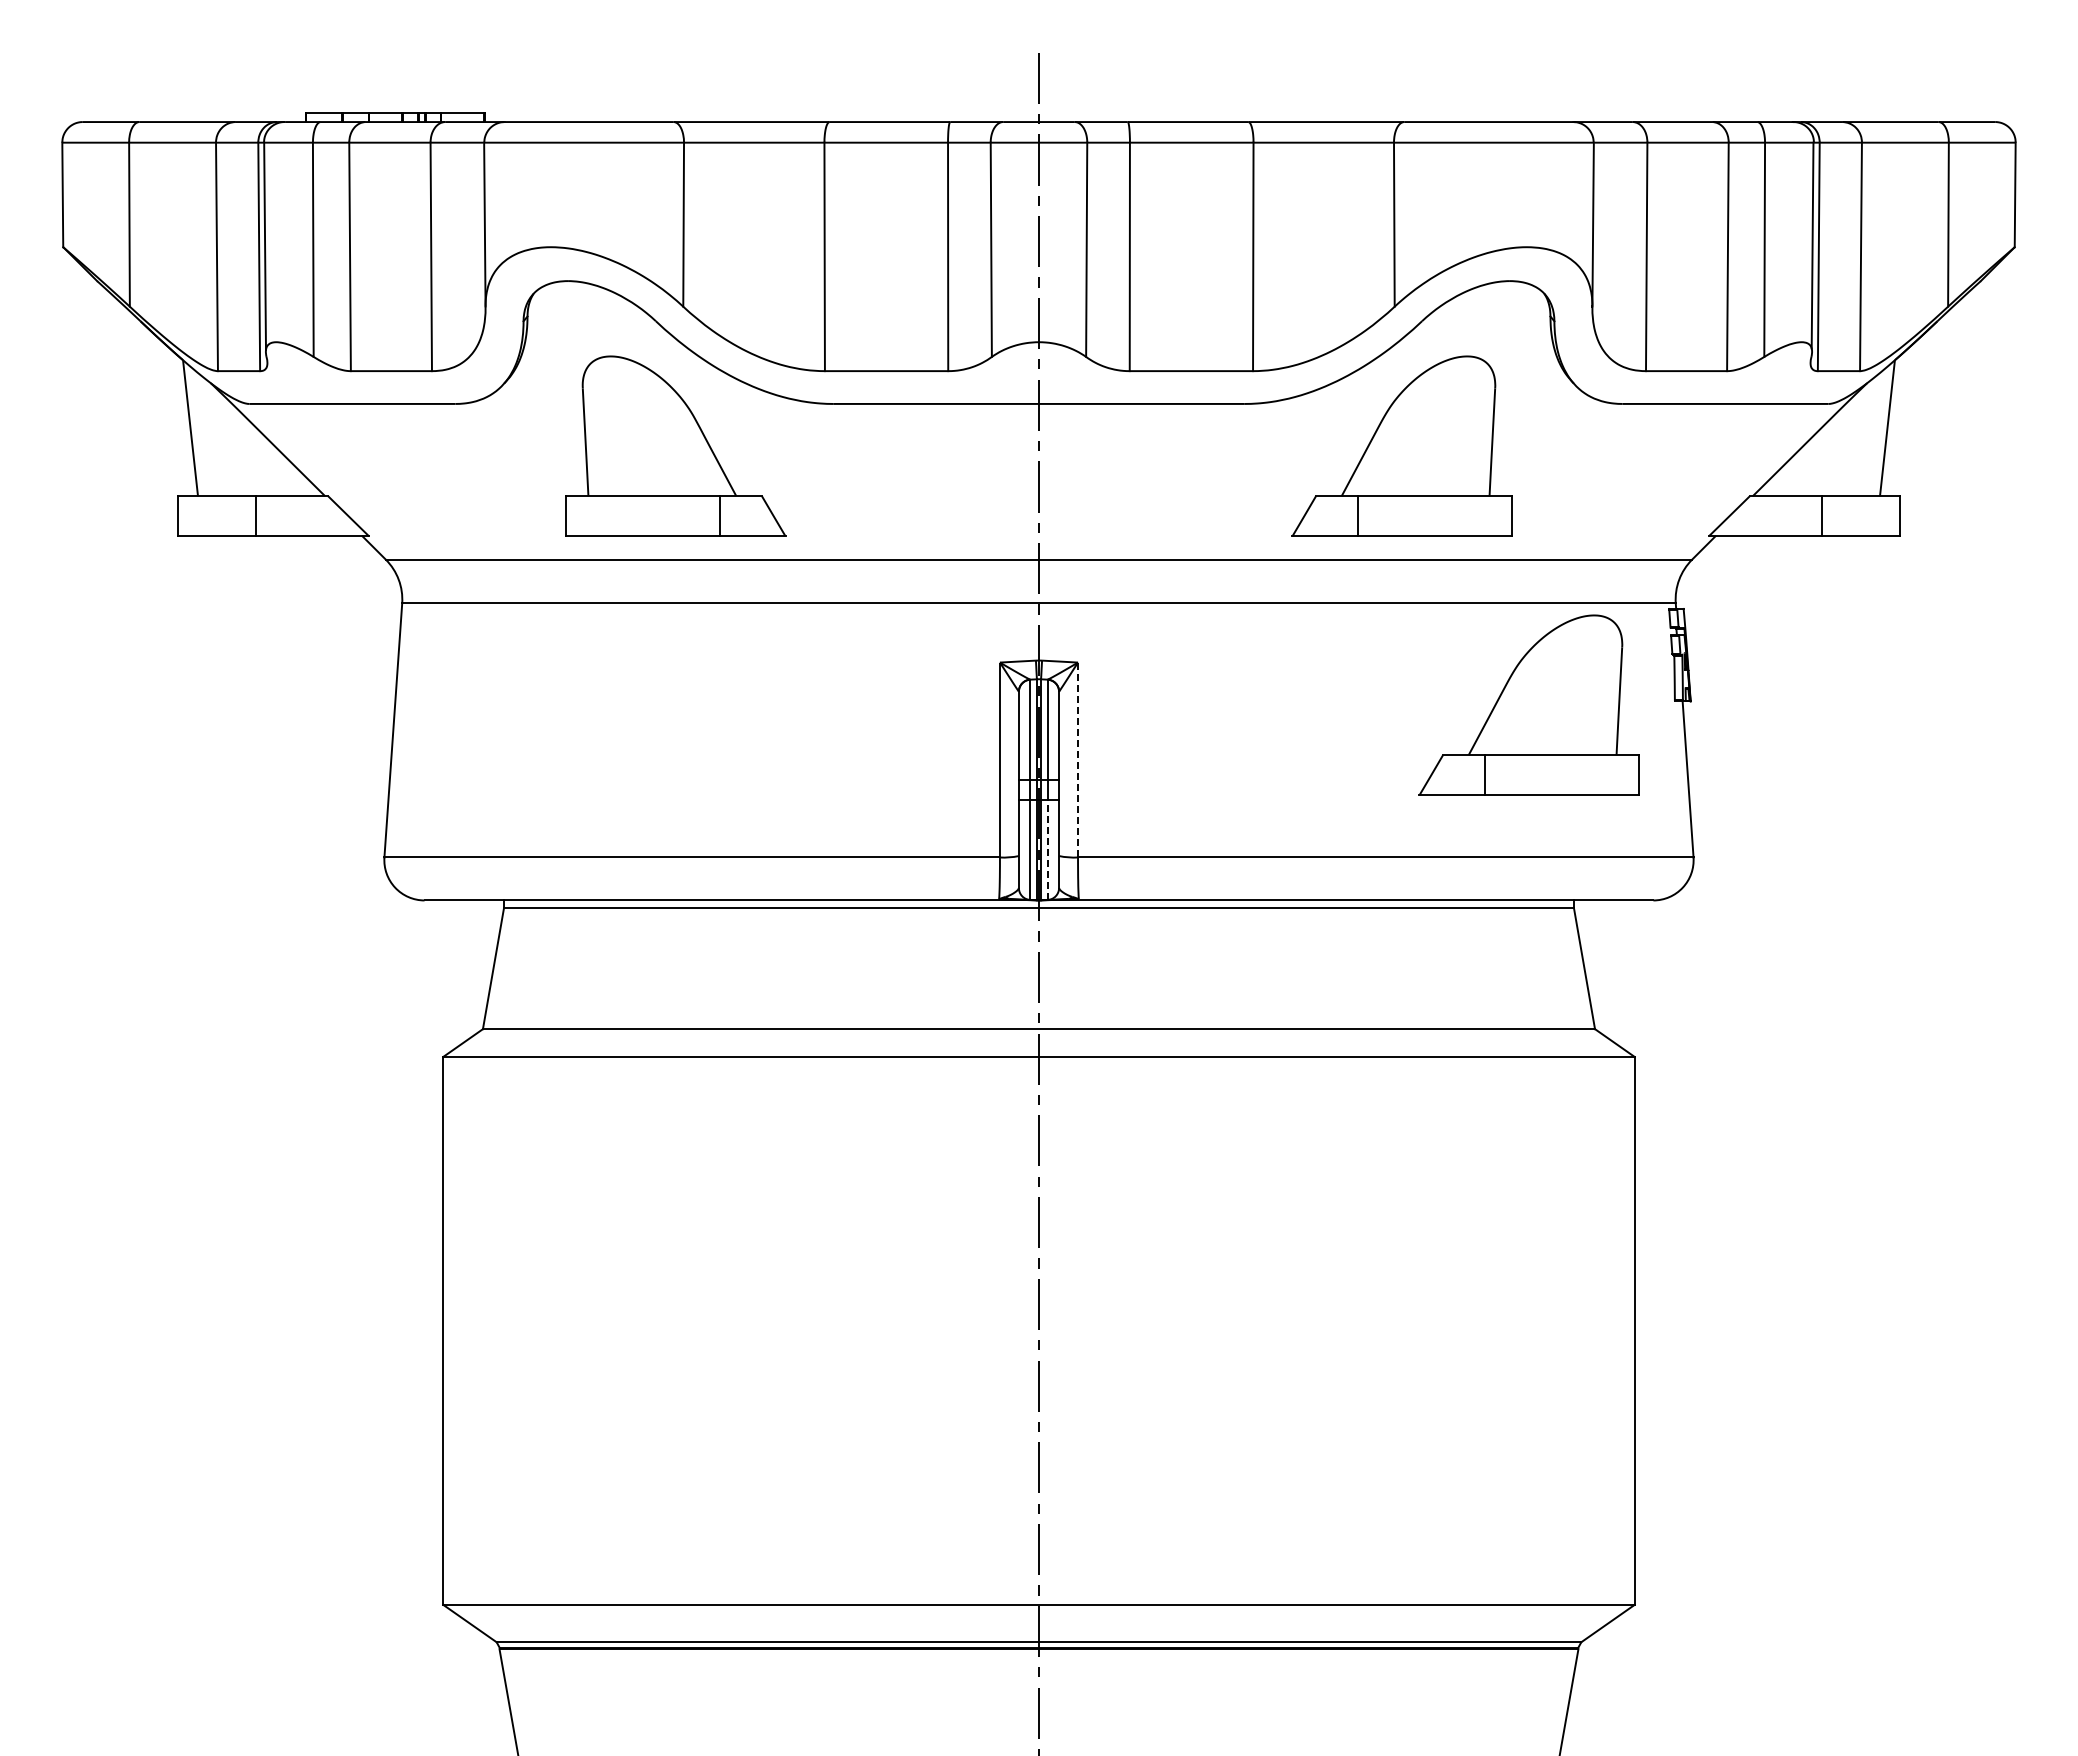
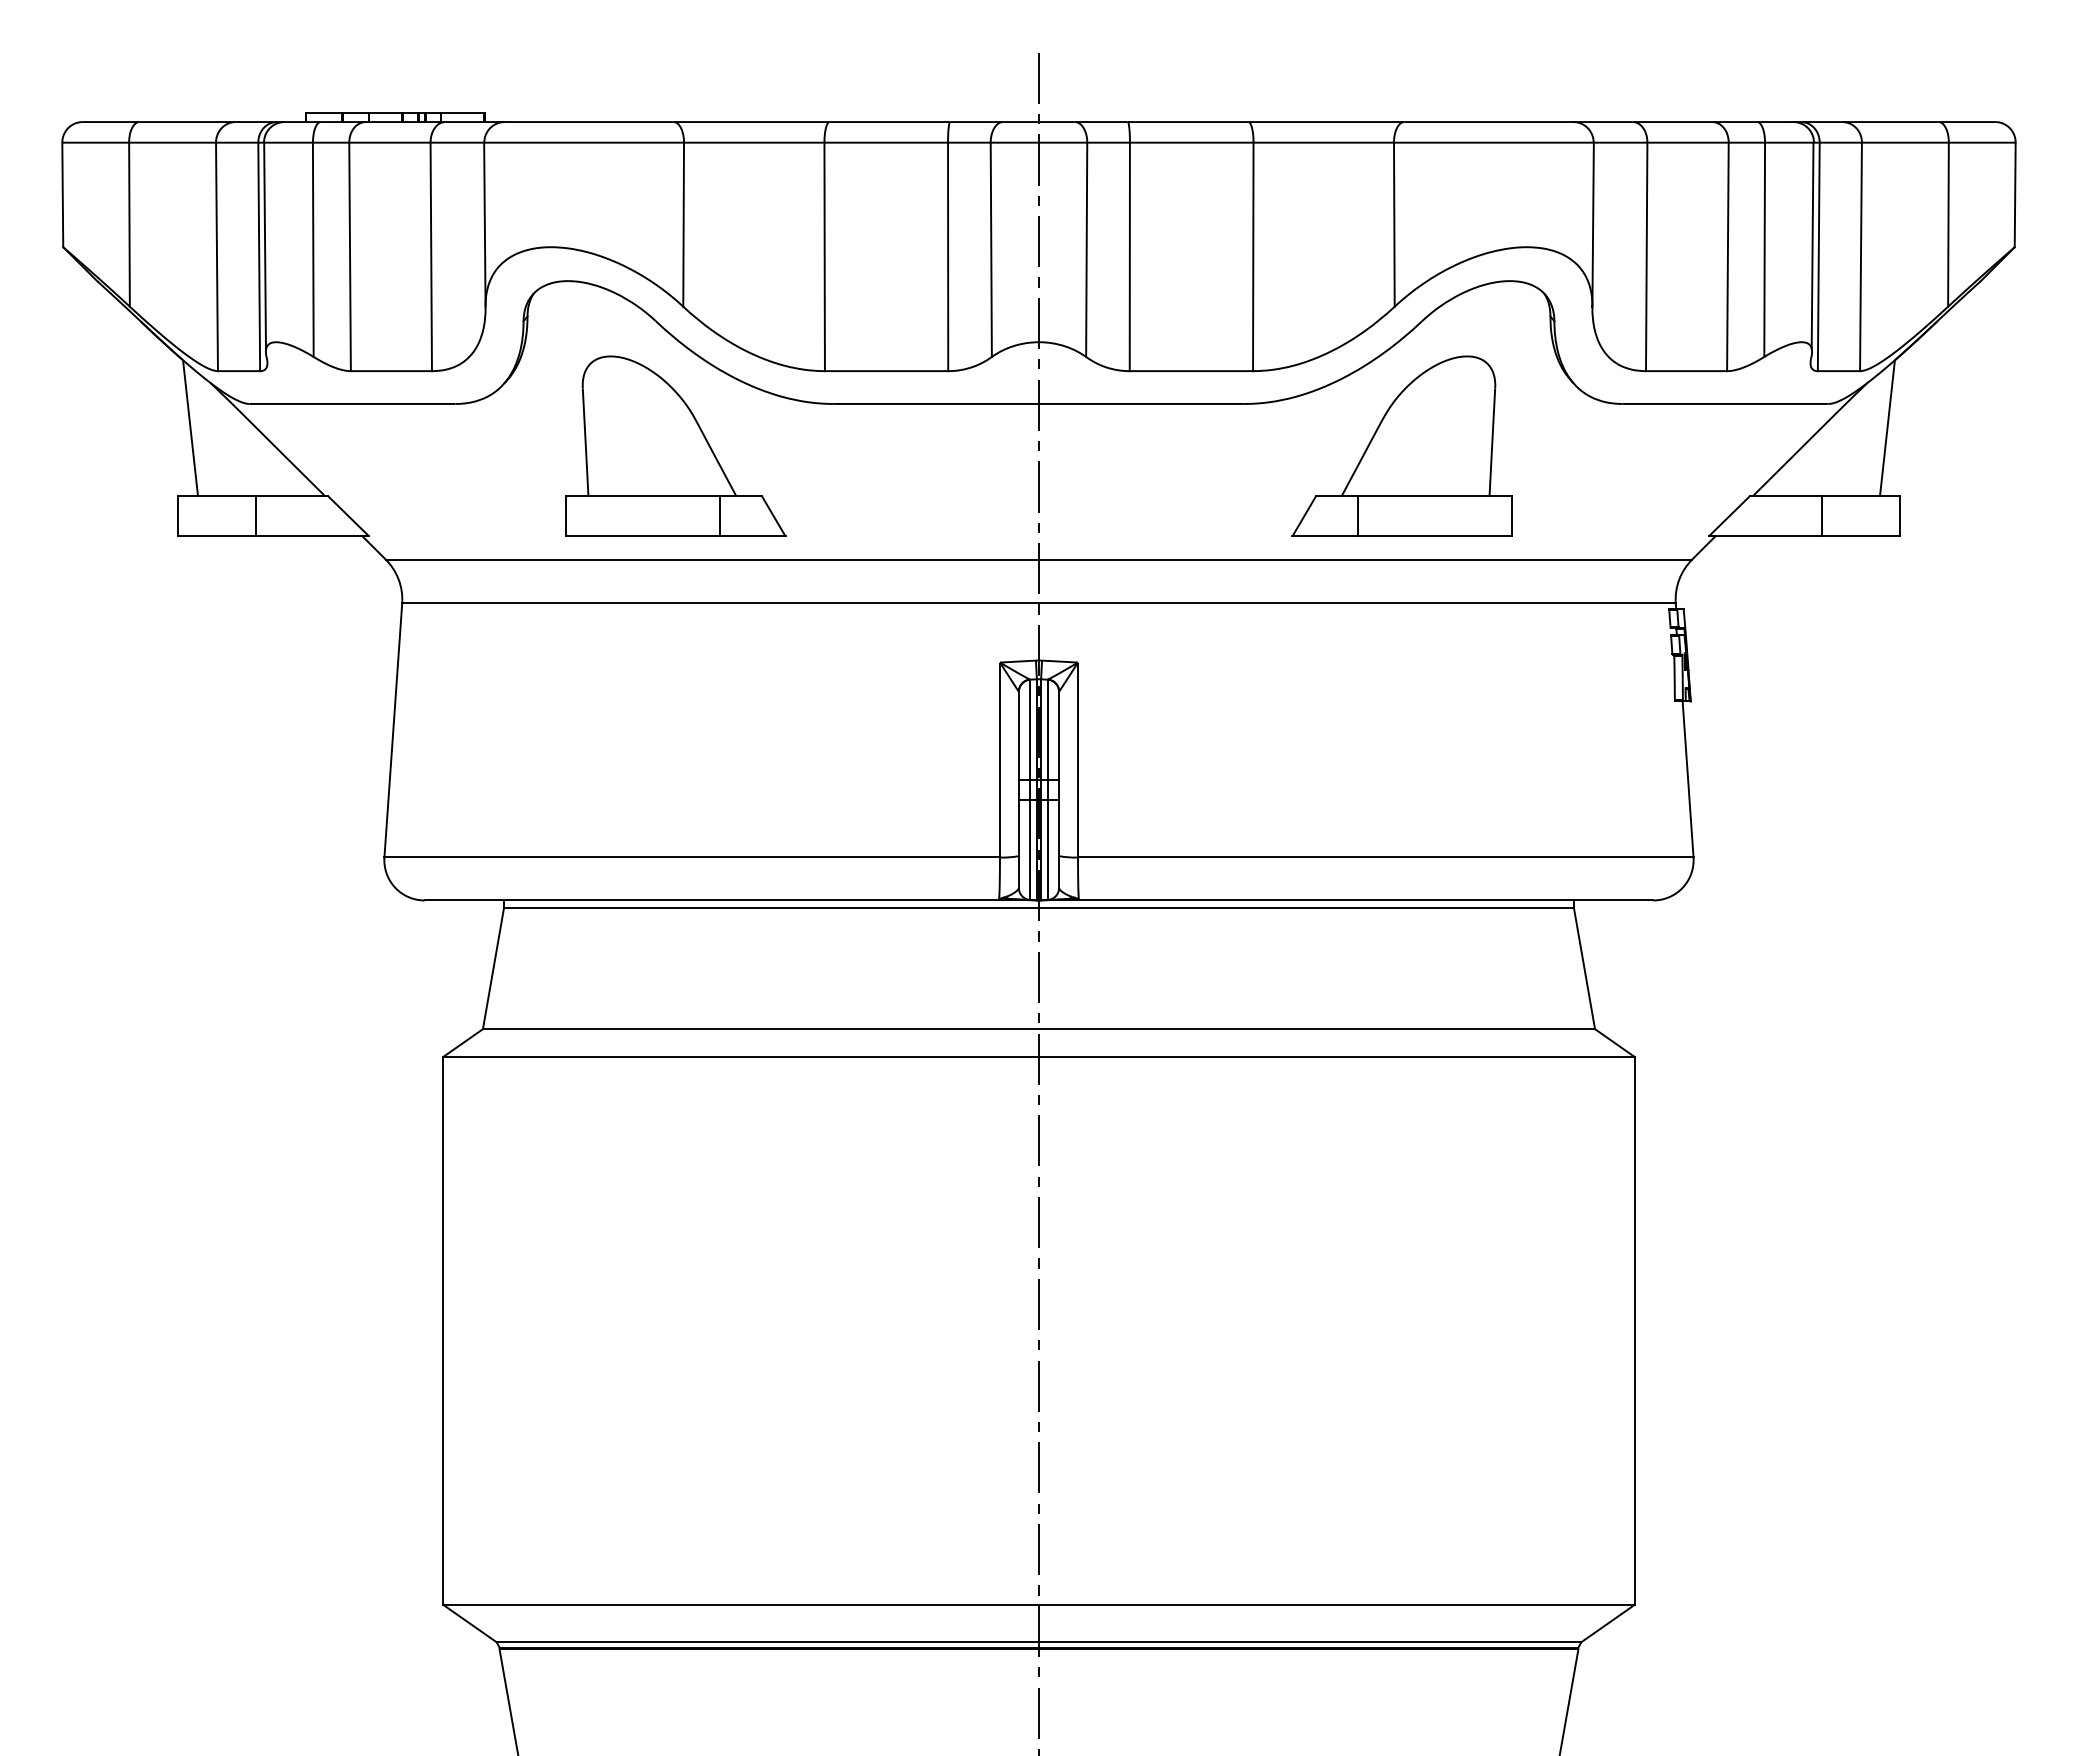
part at (1528, 704): present -> none
line at (1078, 759): dashed -> solid
line at (1047, 849): dashed -> solid
